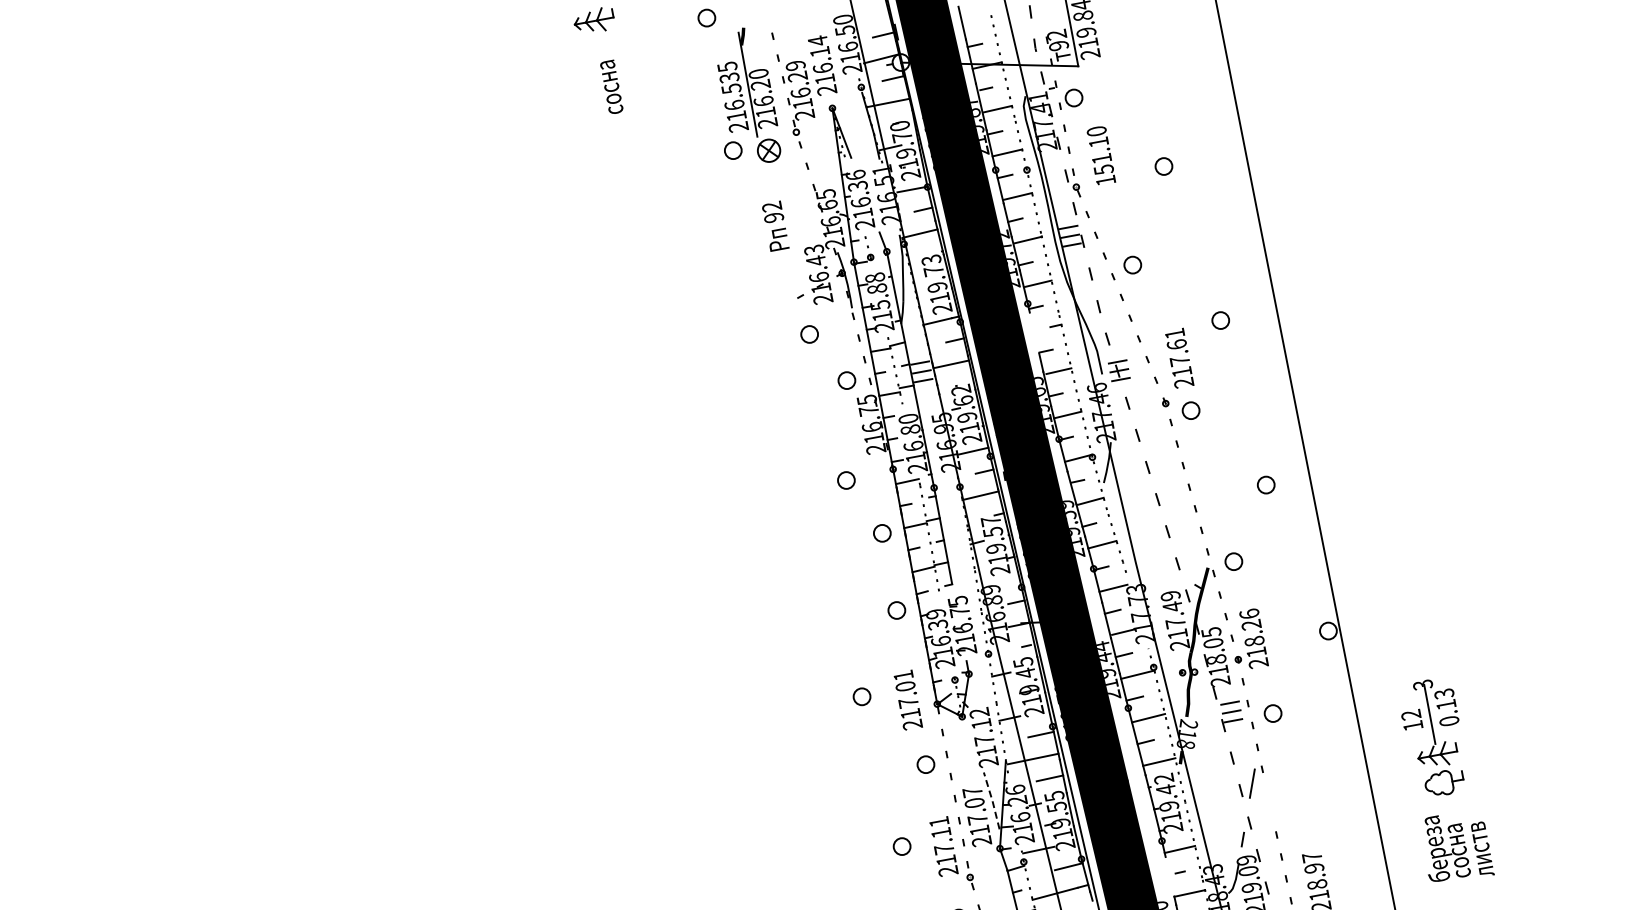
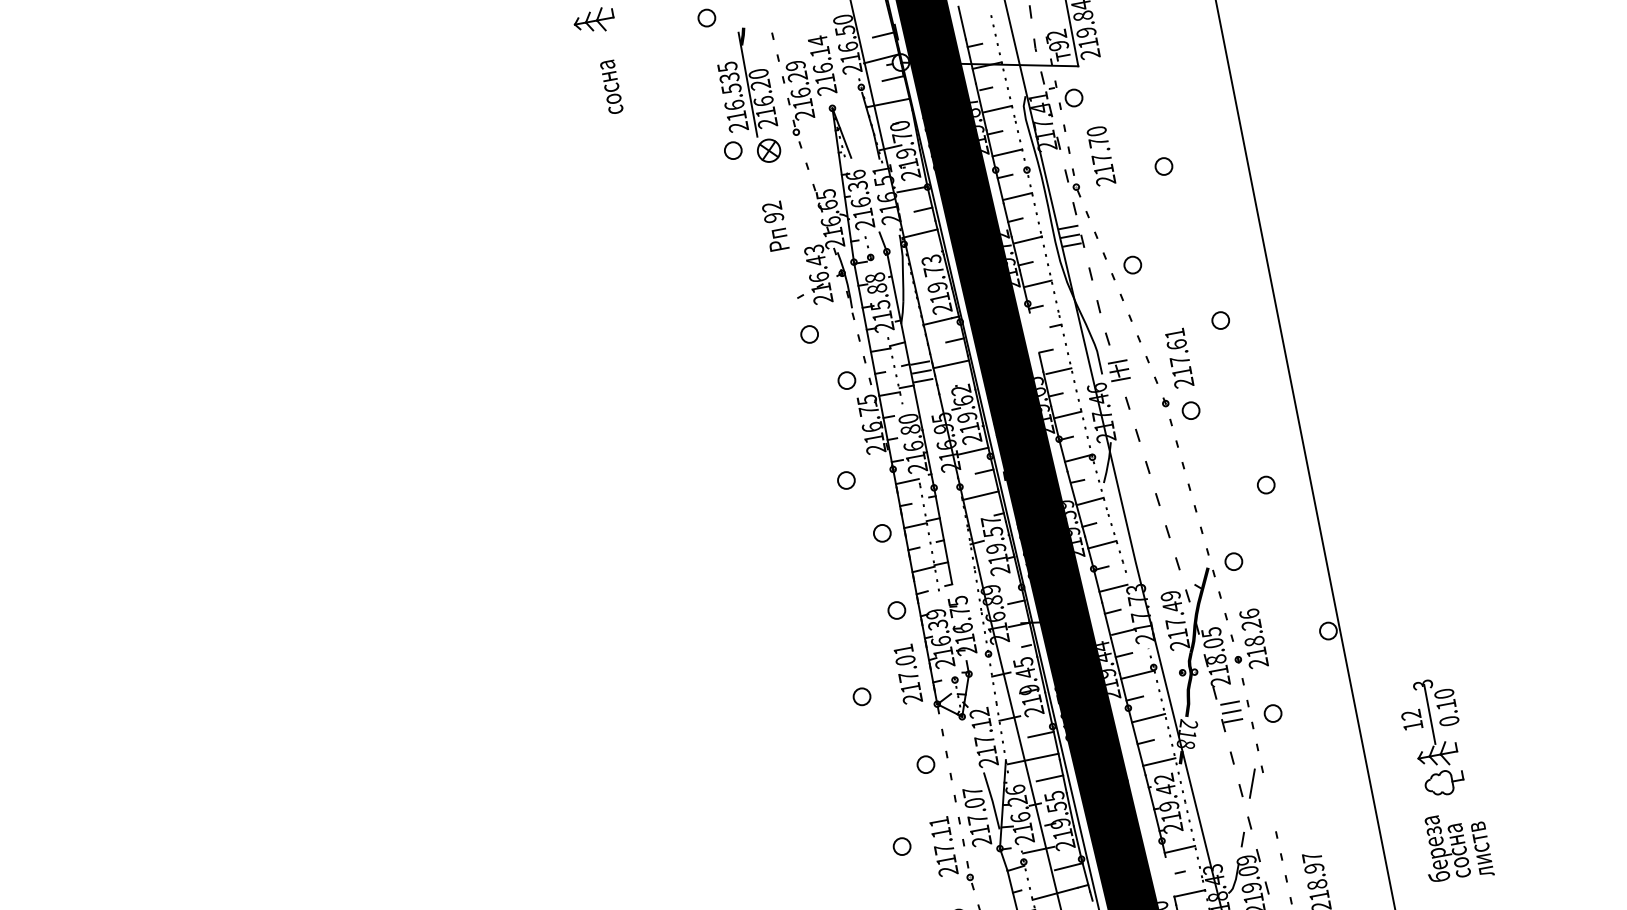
text at (1102, 161): 151.10 -> 217.70
text at (1444, 693): 0.13 -> 0.10
text at (907, 699) position: (907, 699) -> (907, 673)
line at (992, 800): dashed -> solid
